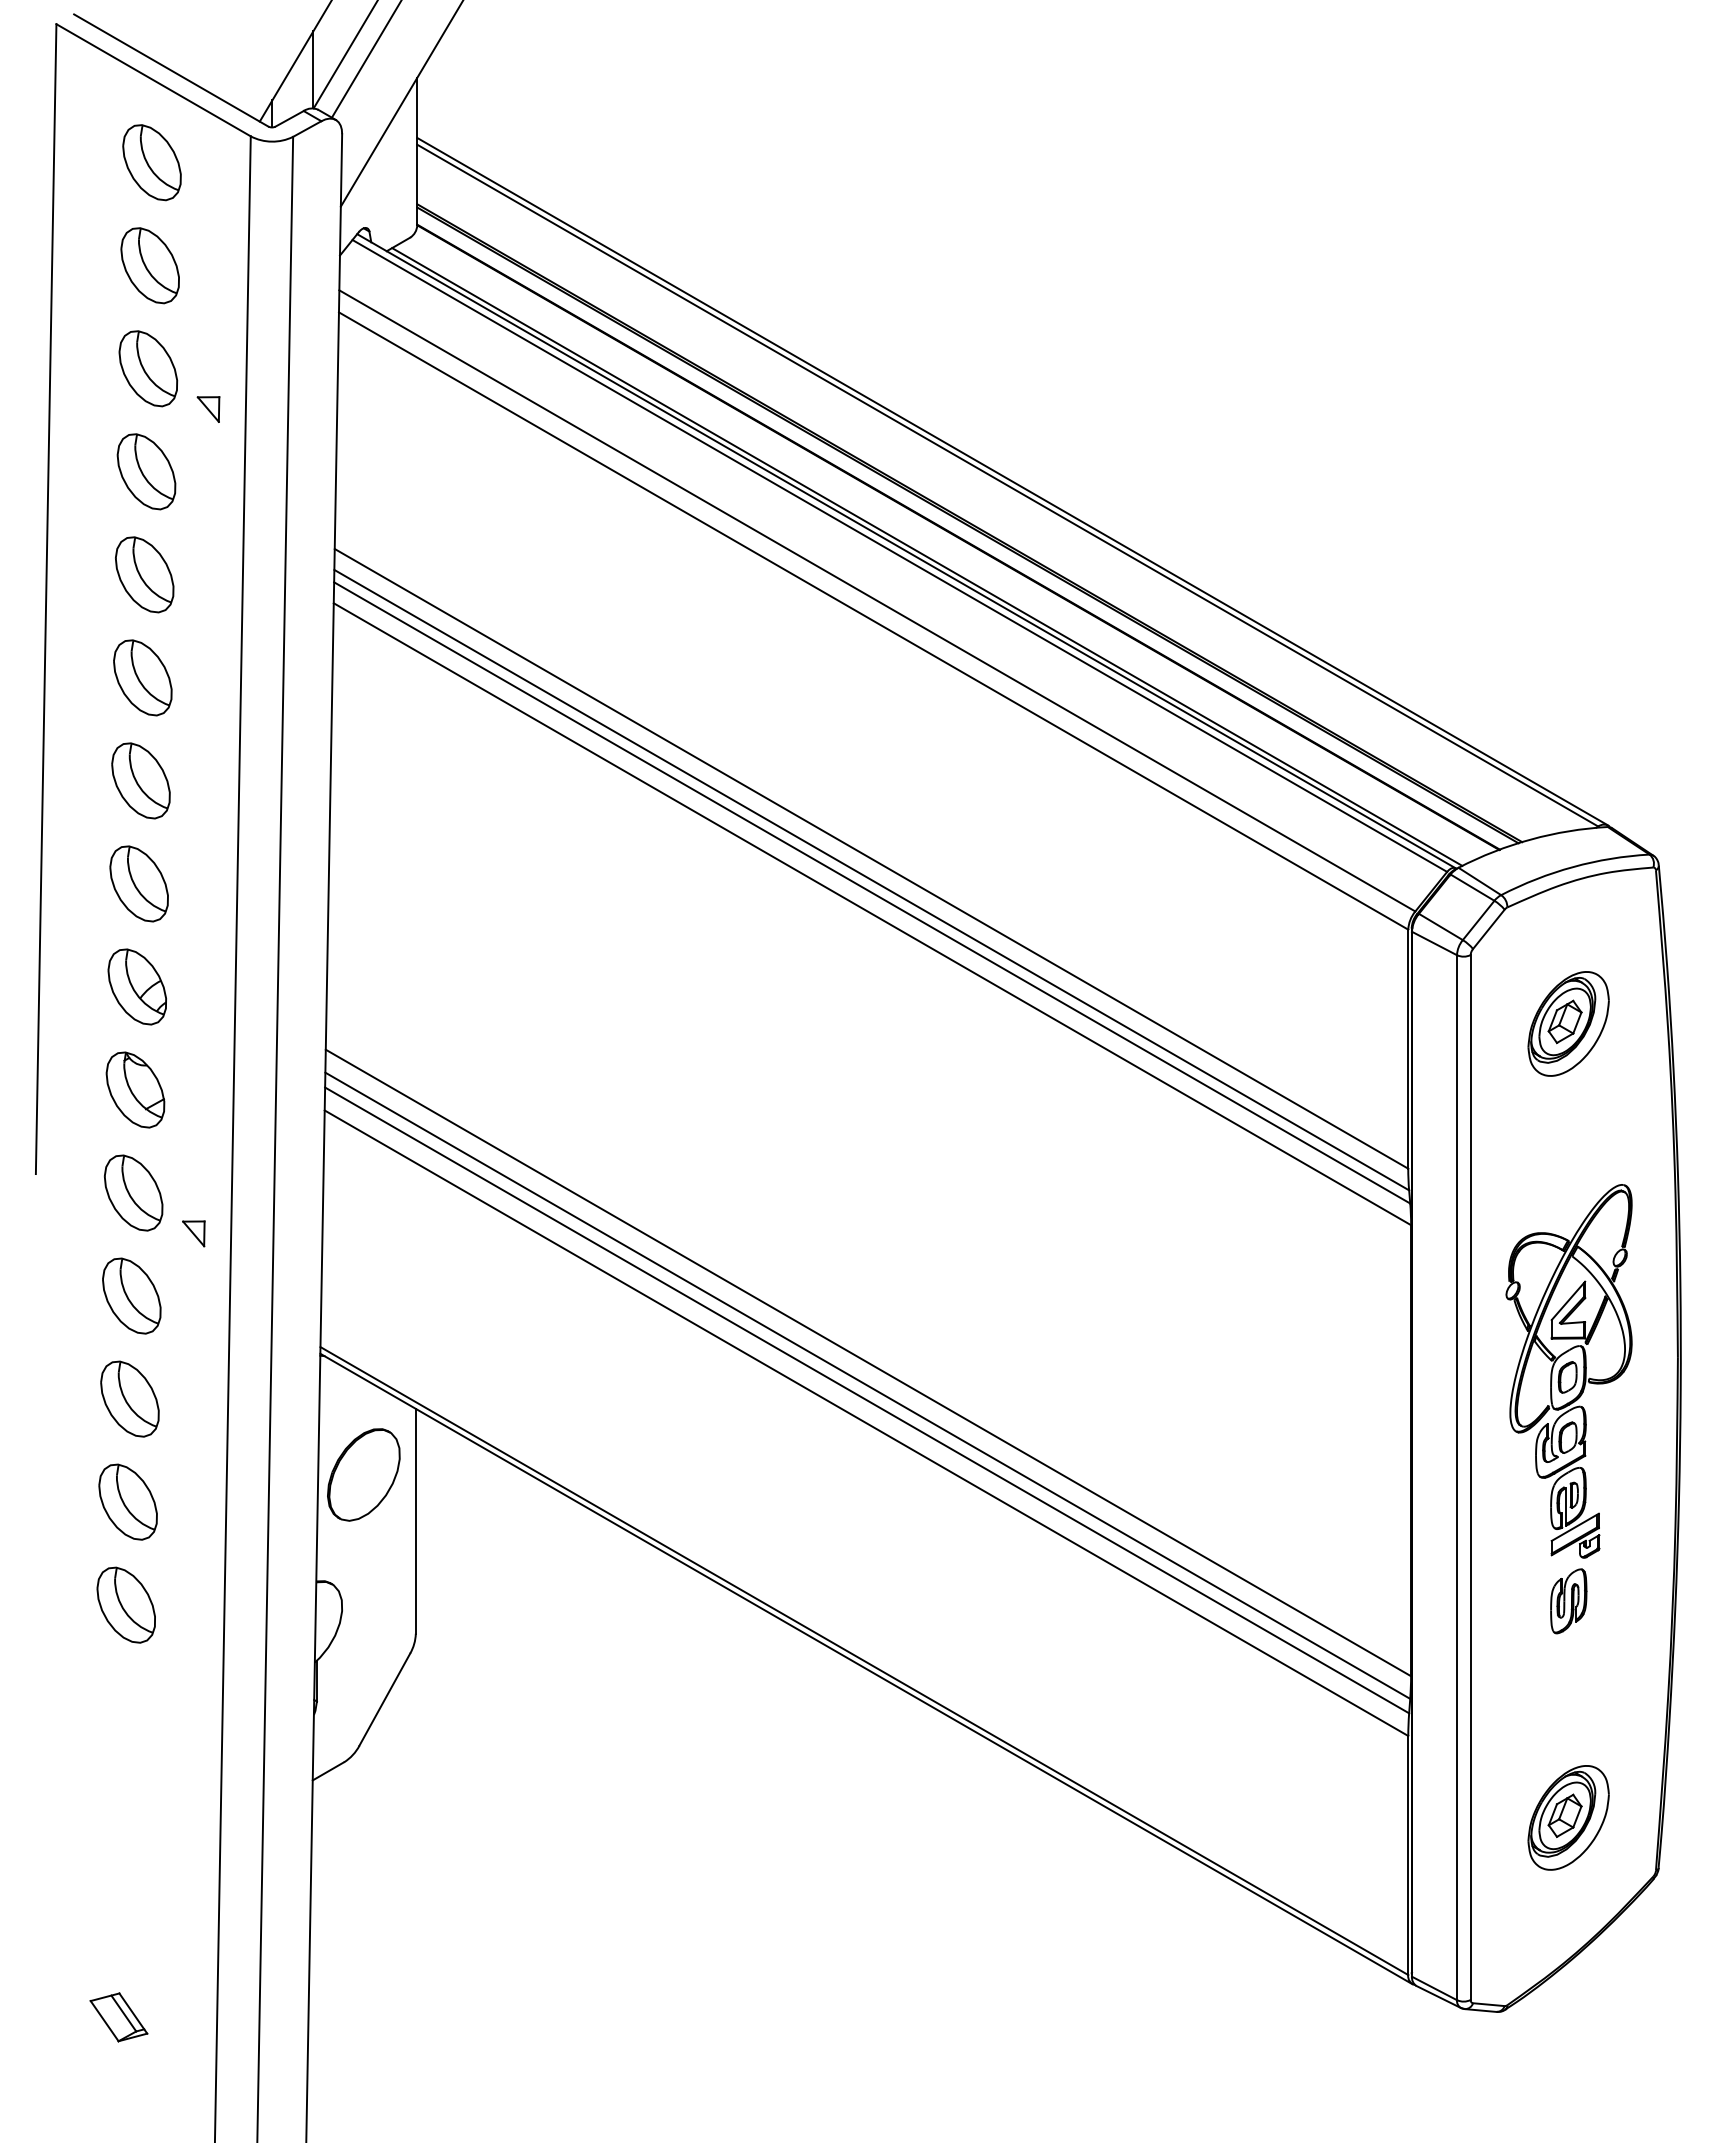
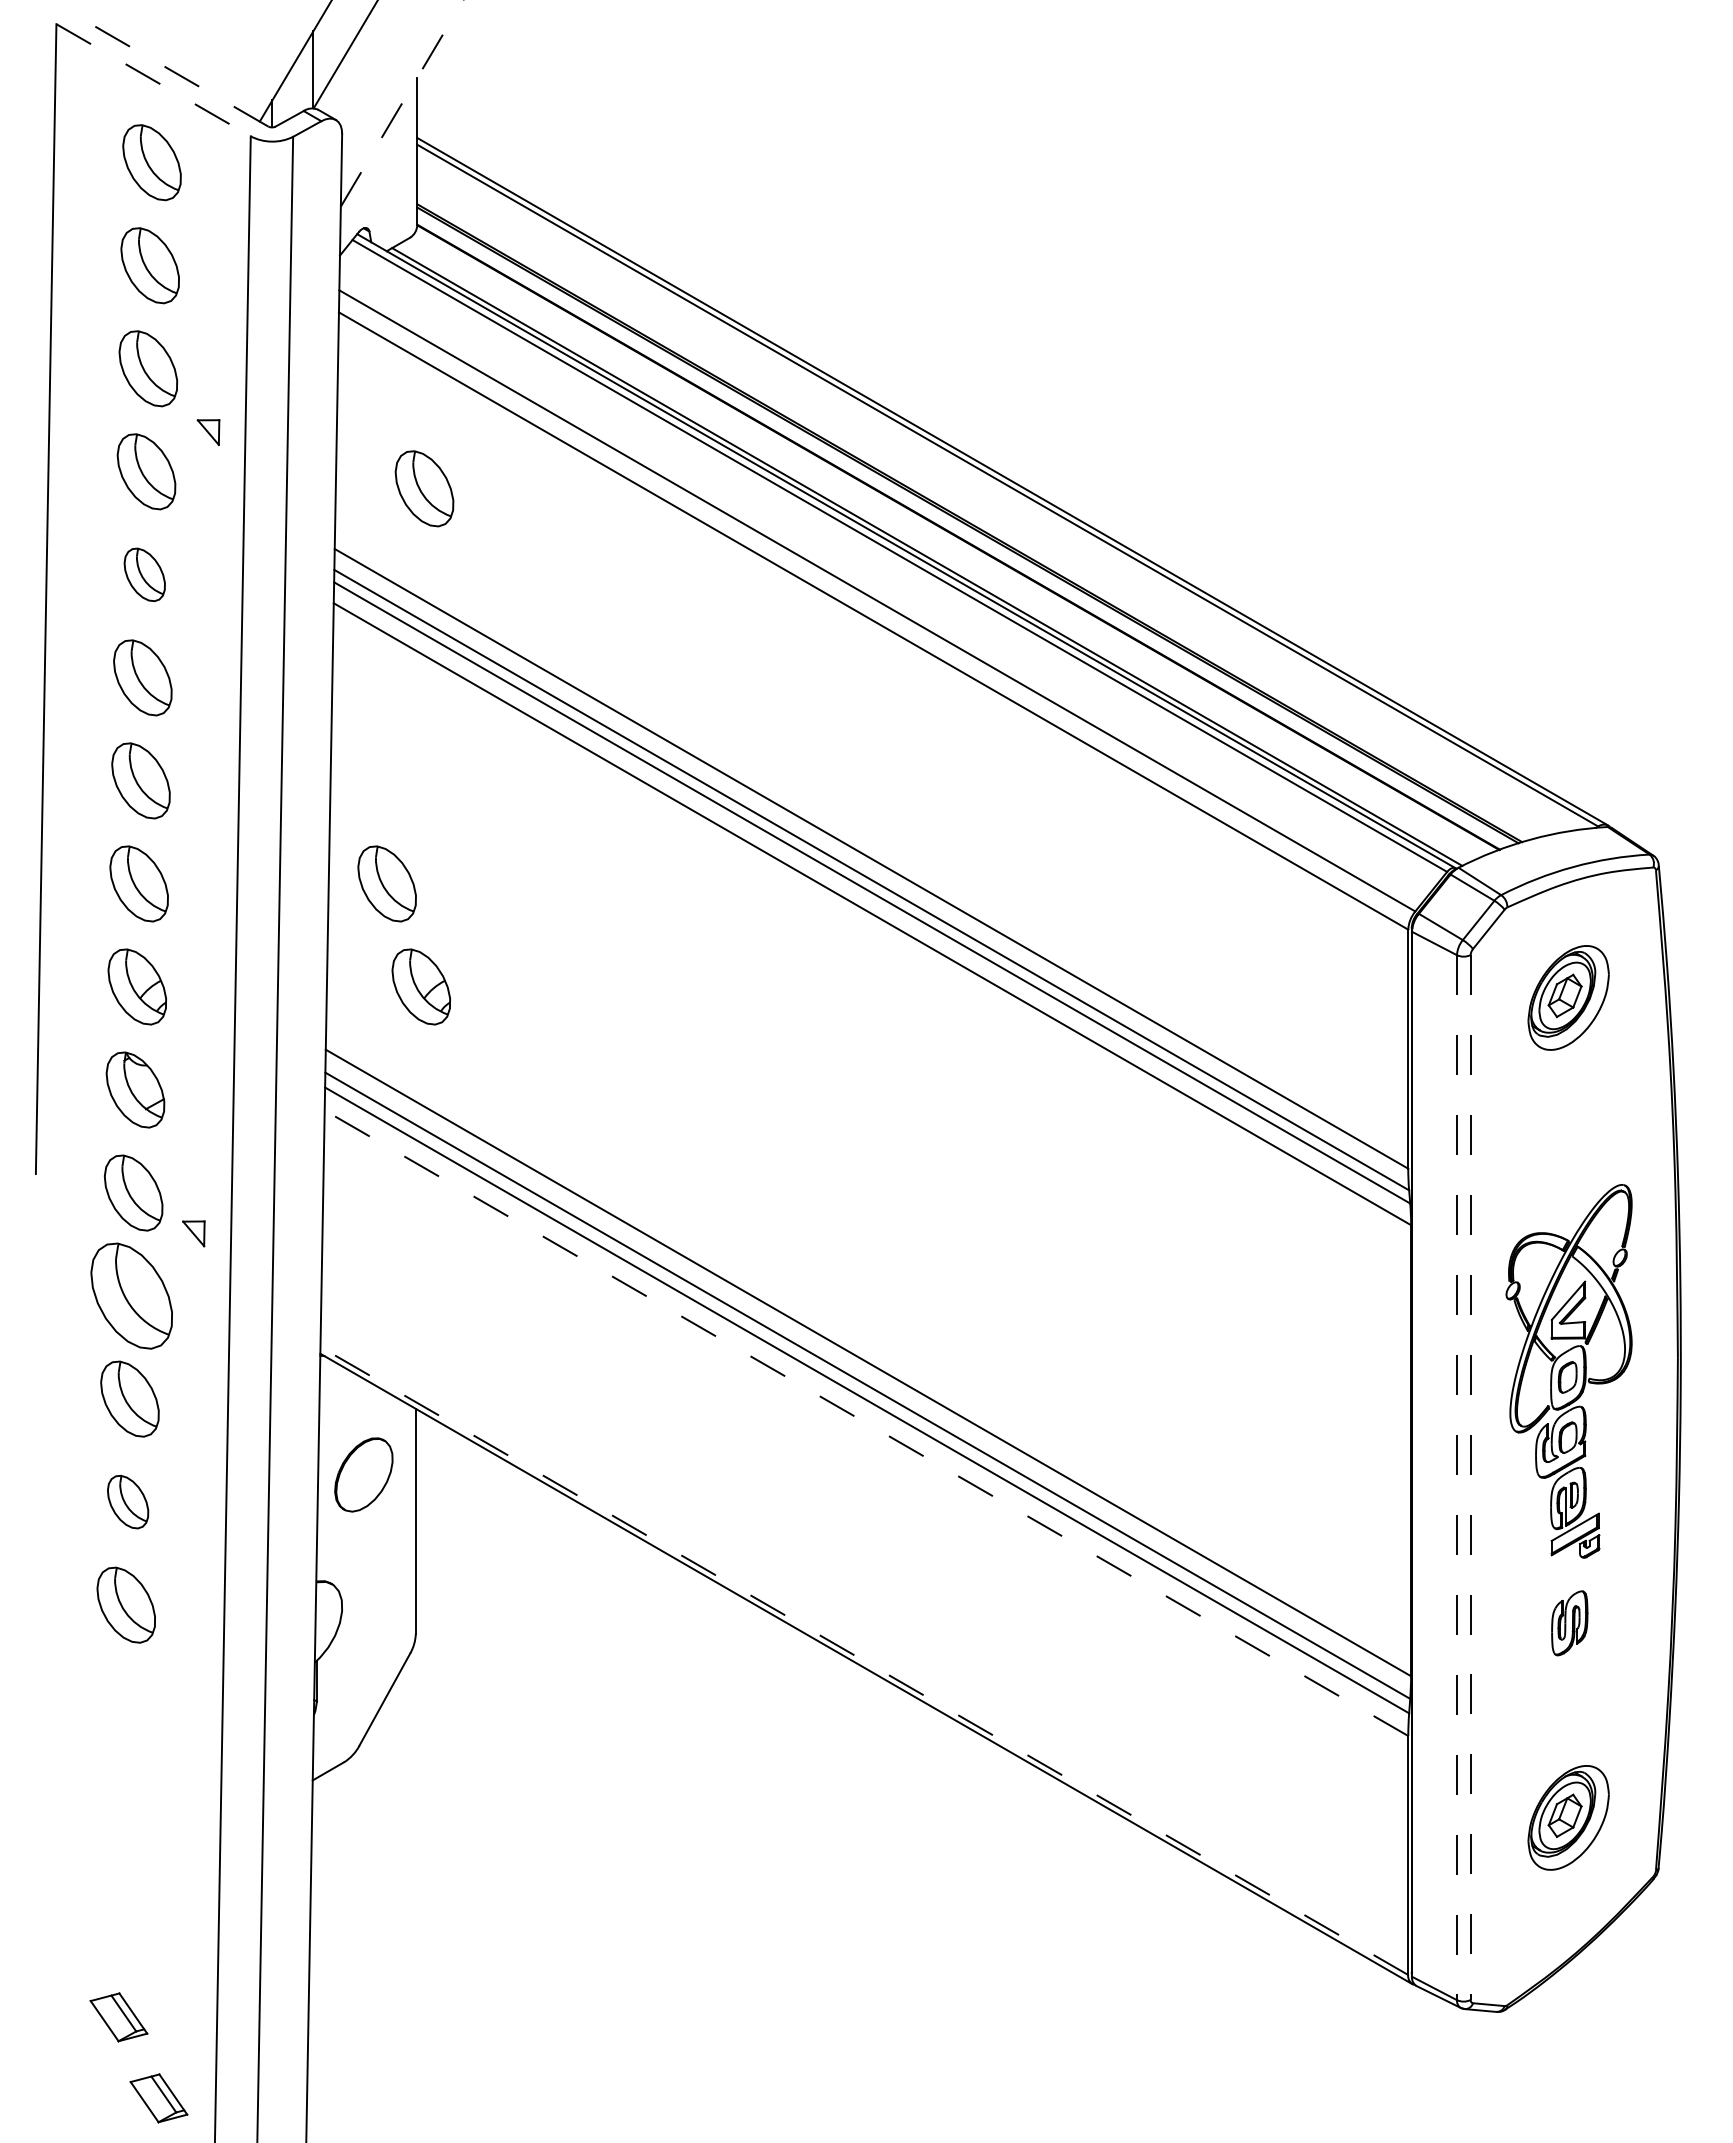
line at (365, 59): present -> none
line at (170, 70): solid -> dashed
line at (154, 80): solid -> dashed
line at (402, 103): solid -> dashed
part at (208, 409) position: (208, 409) -> (208, 432)
part at (424, 488): none -> present
part at (144, 574) size: 60x78 px -> 43x56 px
part at (386, 883): none -> present
part at (420, 986): none -> present
part at (1568, 1023) position: (1568, 1023) -> (1568, 997)
part at (131, 1295) size: 60x78 px -> 83x108 px
line at (866, 1423): solid -> dashed
part at (363, 1474) size: 74x94 px -> 60x76 px
line at (1470, 1477): solid -> dashed
line at (1457, 1478): solid -> dashed
part at (127, 1501) size: 60x78 px -> 43x55 px
part at (1568, 1601) position: (1568, 1601) -> (1569, 1623)
line at (863, 1660): solid -> dashed
part at (158, 2098): none -> present
